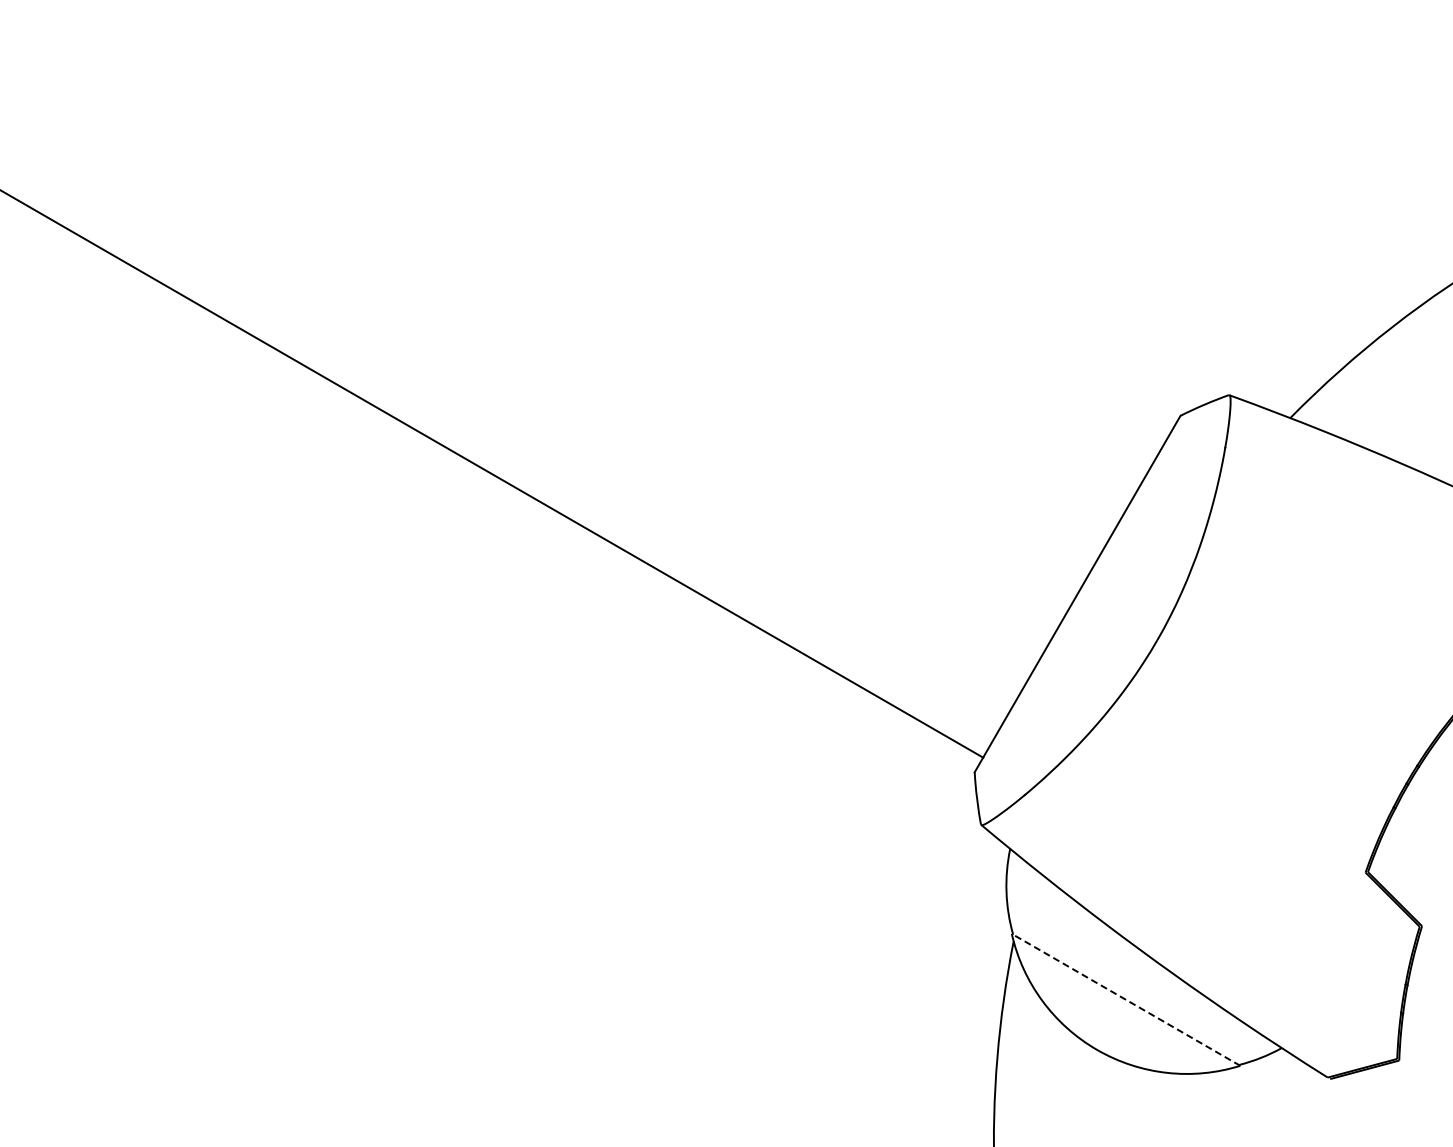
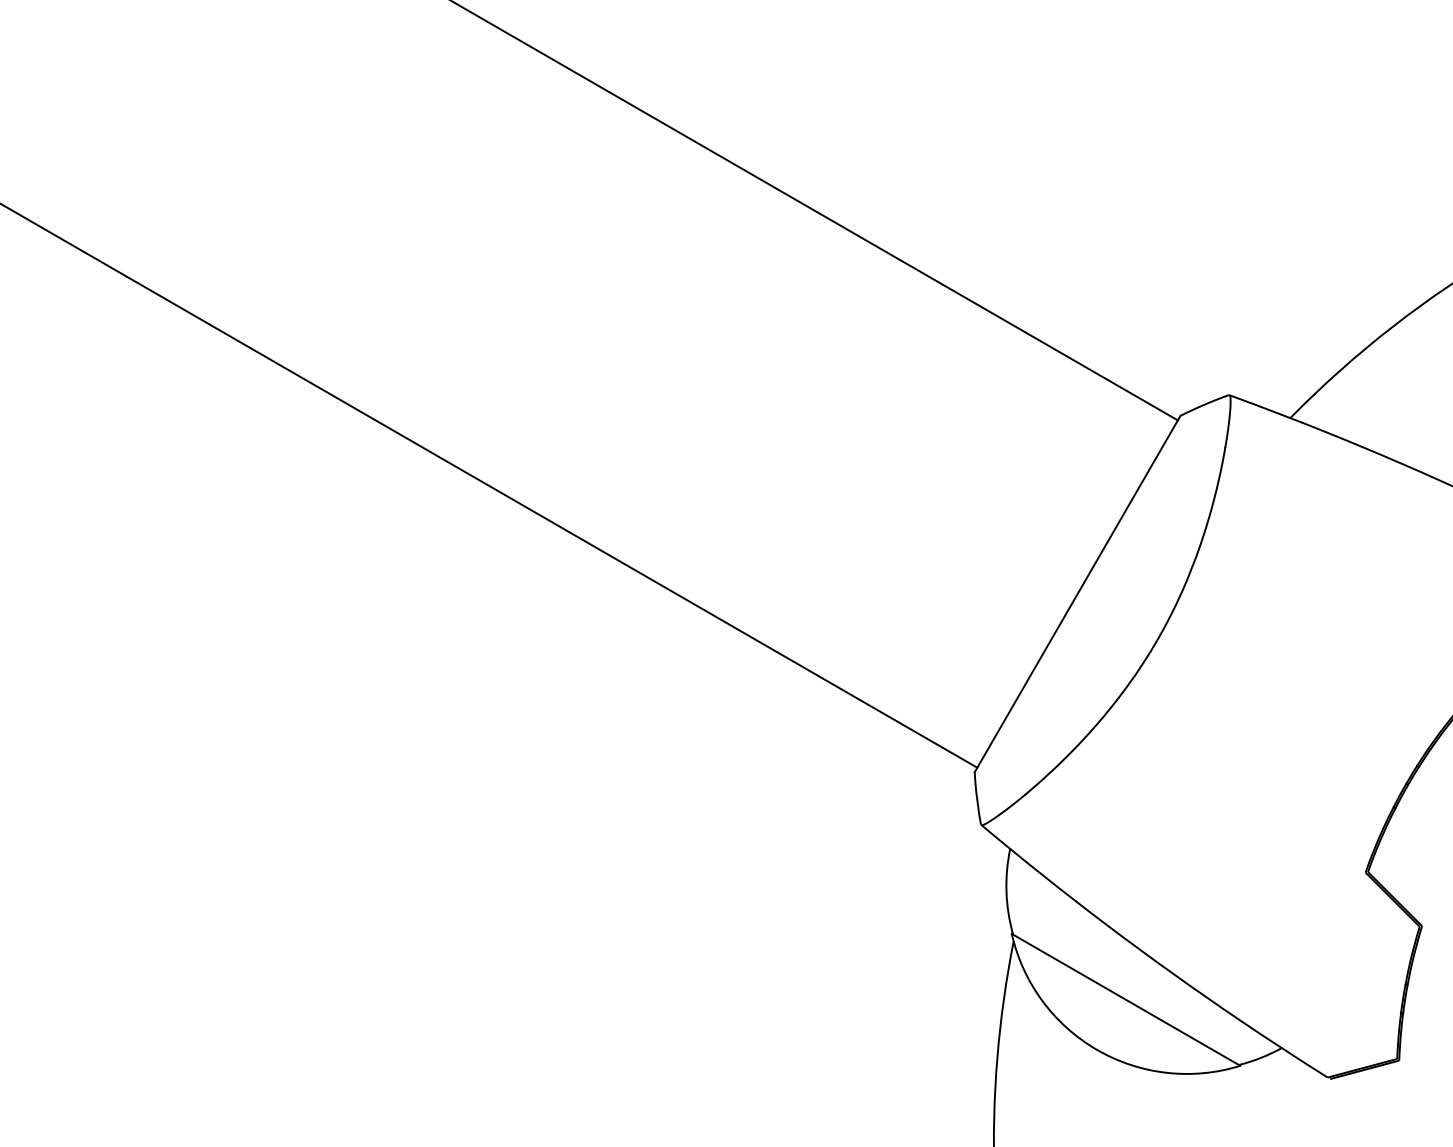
line at (815, 211): none -> present
line at (492, 474) position: (492, 474) -> (489, 485)
line at (1126, 999): dashed -> solid
